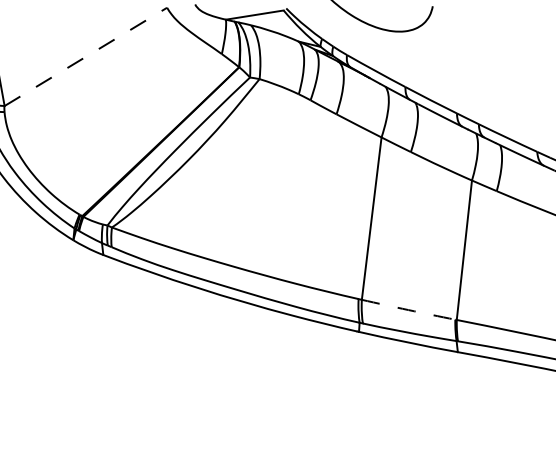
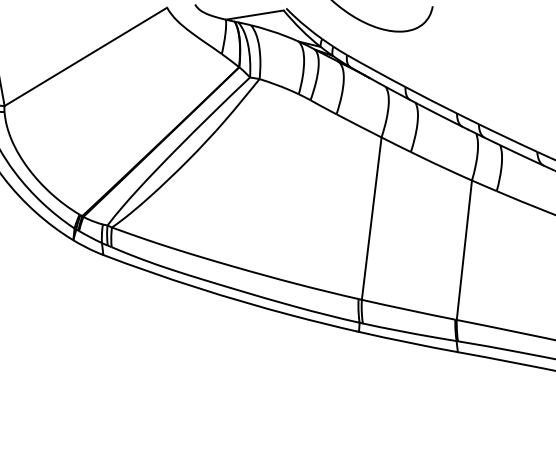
line at (85, 56): dashed -> solid
arc at (408, 310): dashed -> solid
